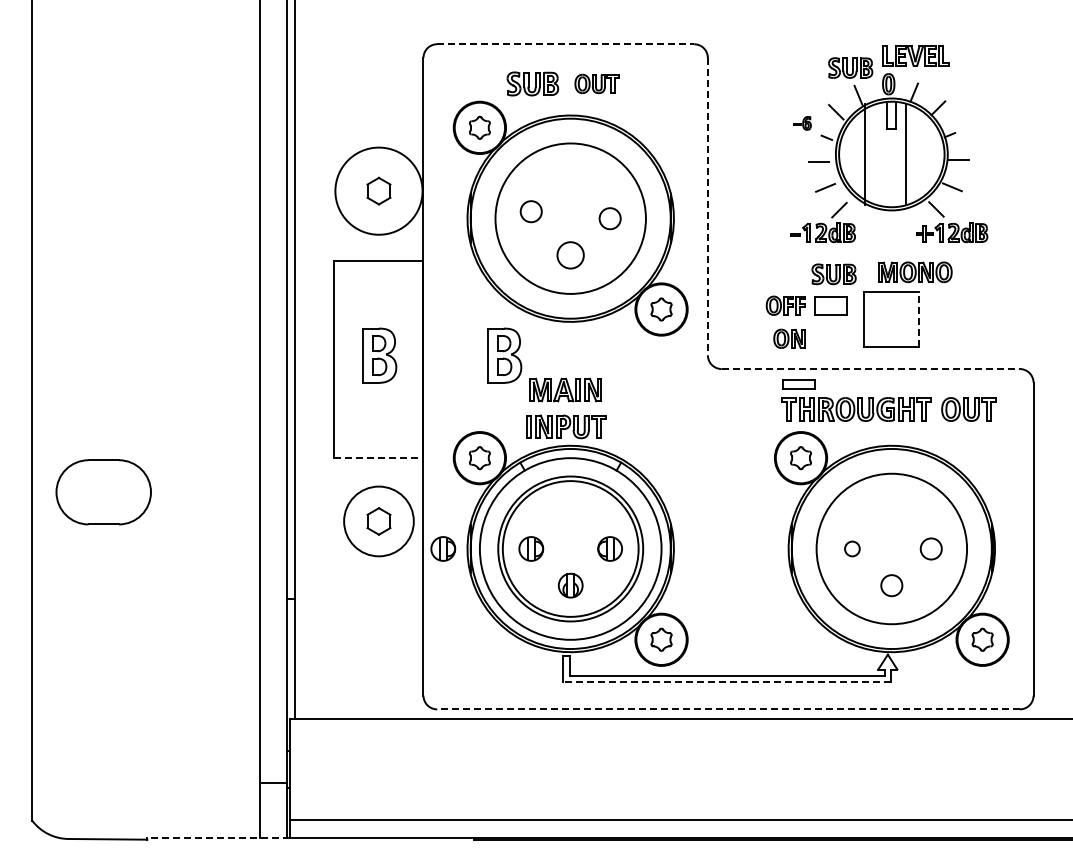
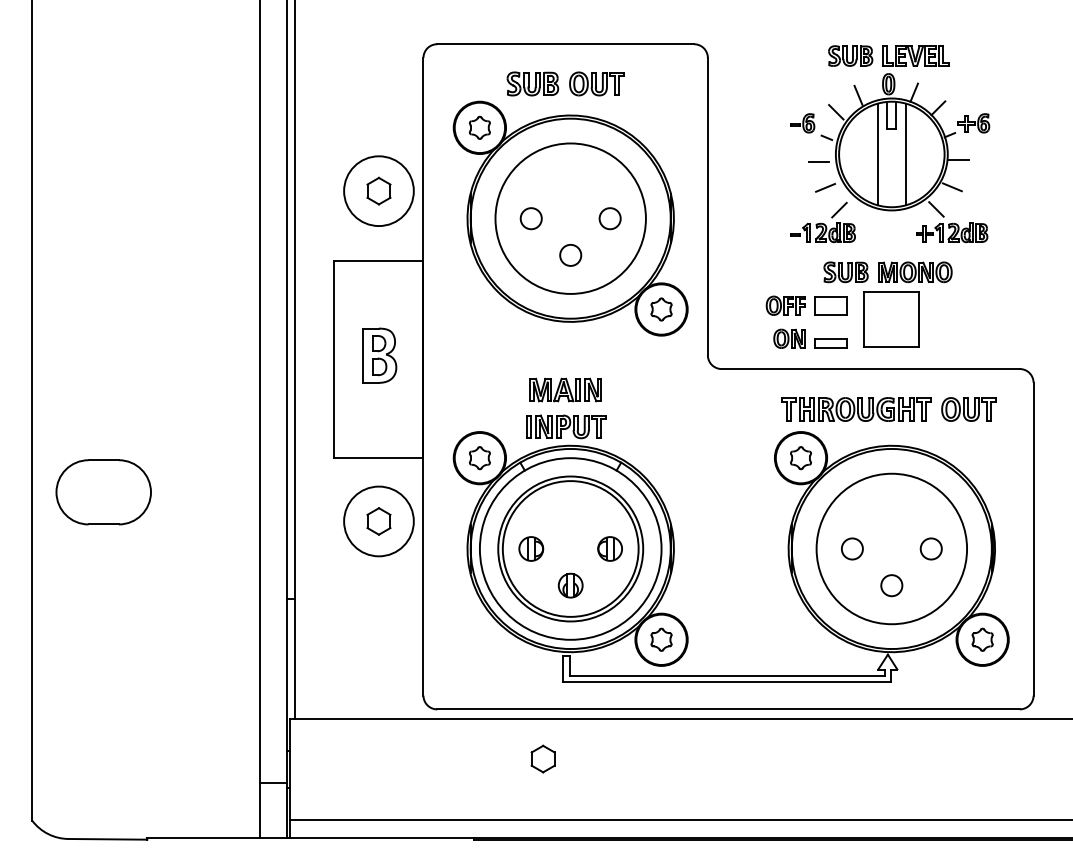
line at (566, 44): dashed -> solid
part at (850, 67) position: (850, 67) -> (850, 55)
part at (596, 83) size: 46x22 px -> 56x26 px
part at (802, 123) size: 19x15 px -> 26x21 px
part at (973, 123): none -> present
line at (865, 154) position: (865, 154) -> (878, 154)
circle at (378, 190) diameter: 87 px -> 70 px
line at (707, 206): dashed -> solid
circle at (530, 211) position: (530, 211) -> (530, 218)
circle at (570, 255) size: 29x29 px -> 24x23 px
part at (833, 274) position: (833, 274) -> (845, 272)
line at (919, 319): dashed -> solid
part at (504, 355): present -> none
line at (871, 369): dashed -> solid
part at (798, 384) position: (798, 384) -> (830, 343)
line at (378, 458): dashed -> solid
part at (443, 548): present -> none
circle at (852, 548) size: 17x18 px -> 23x24 px
line at (727, 682): dashed -> solid
line at (728, 709): dashed -> solid
part at (542, 758): none -> present
line at (217, 837): dashed -> solid
